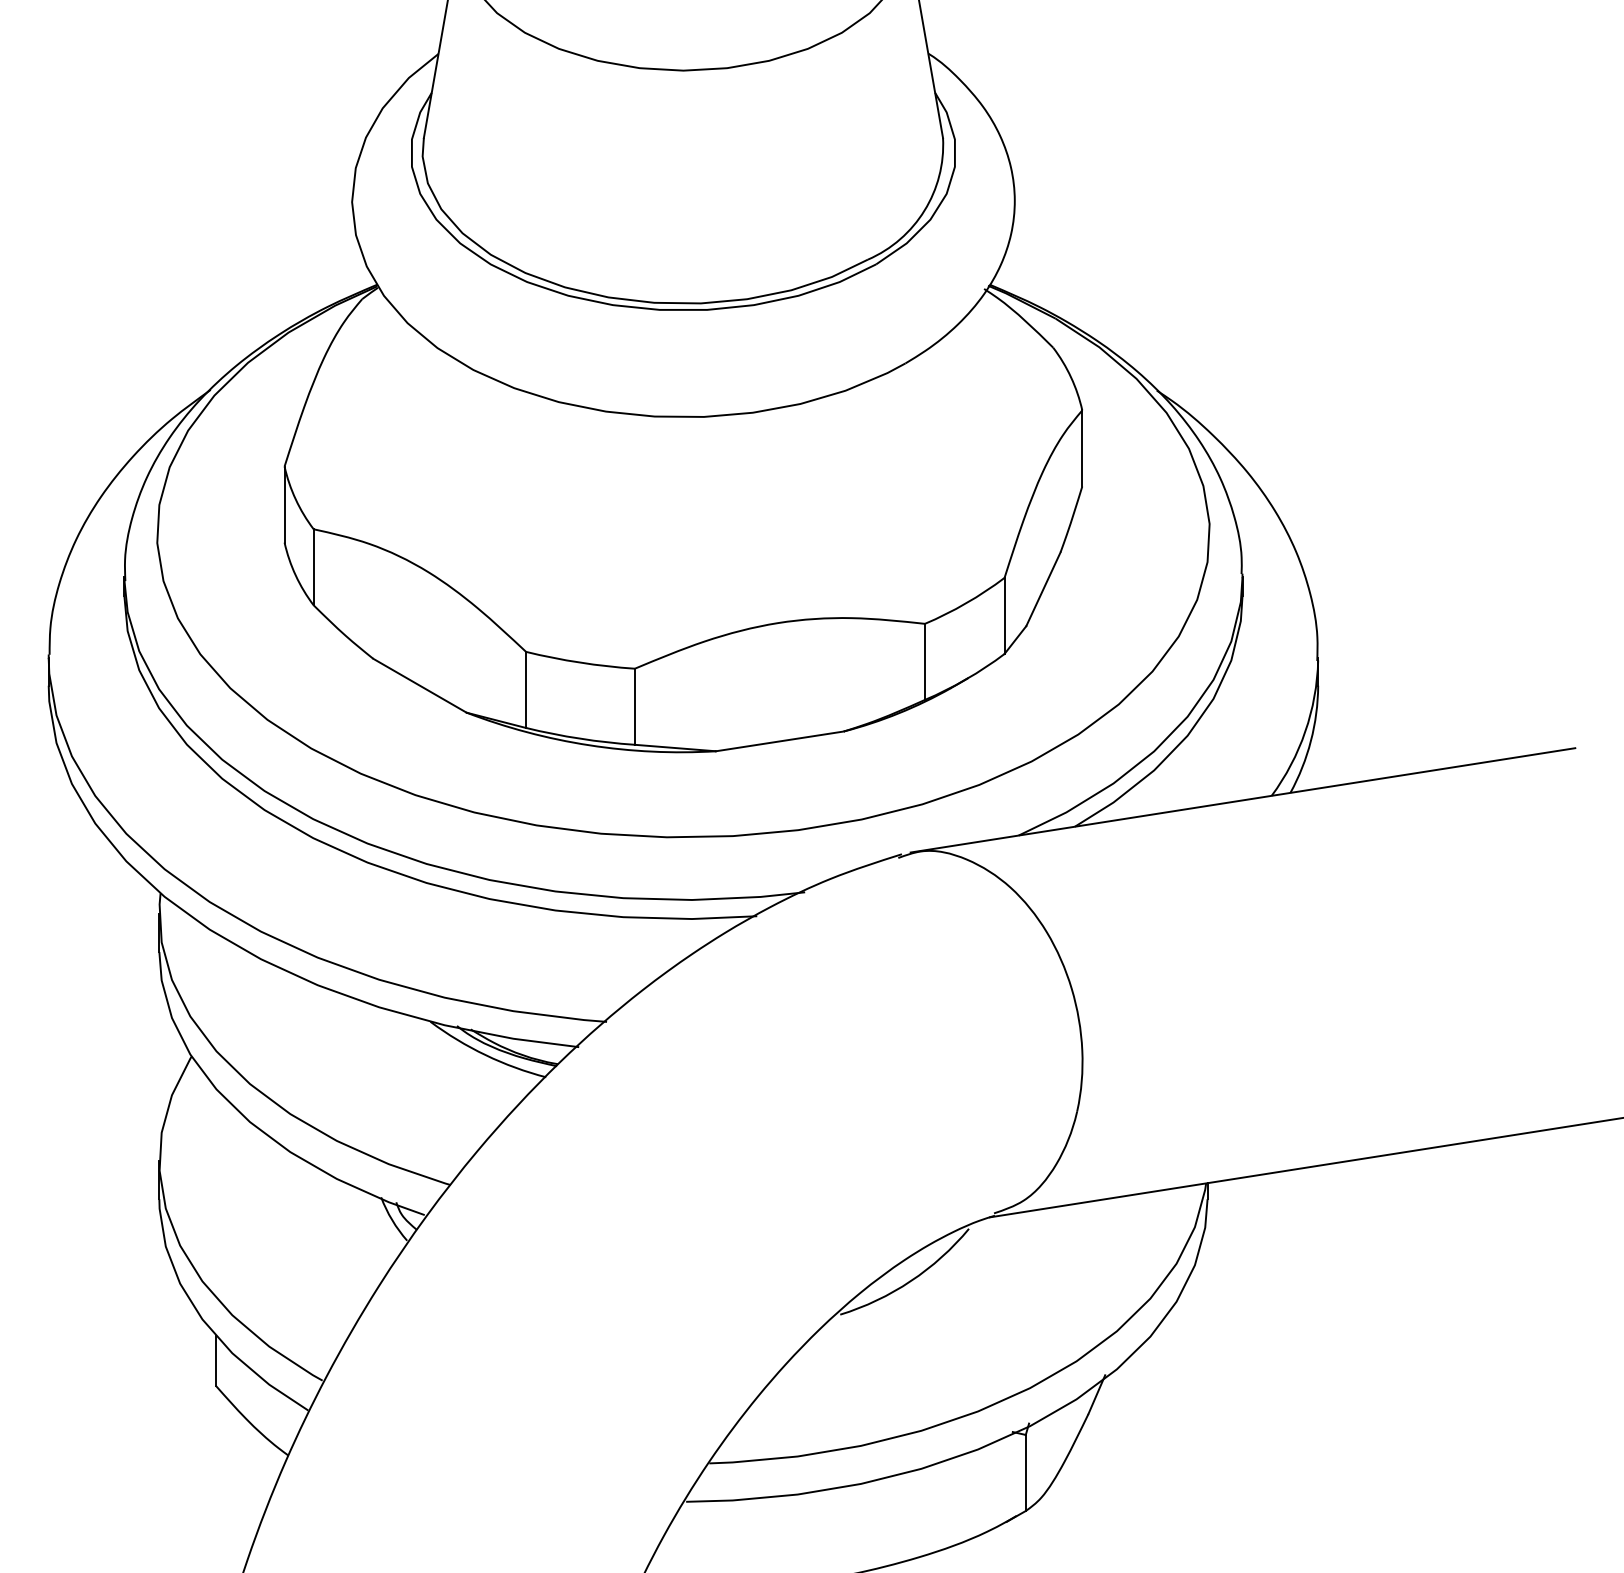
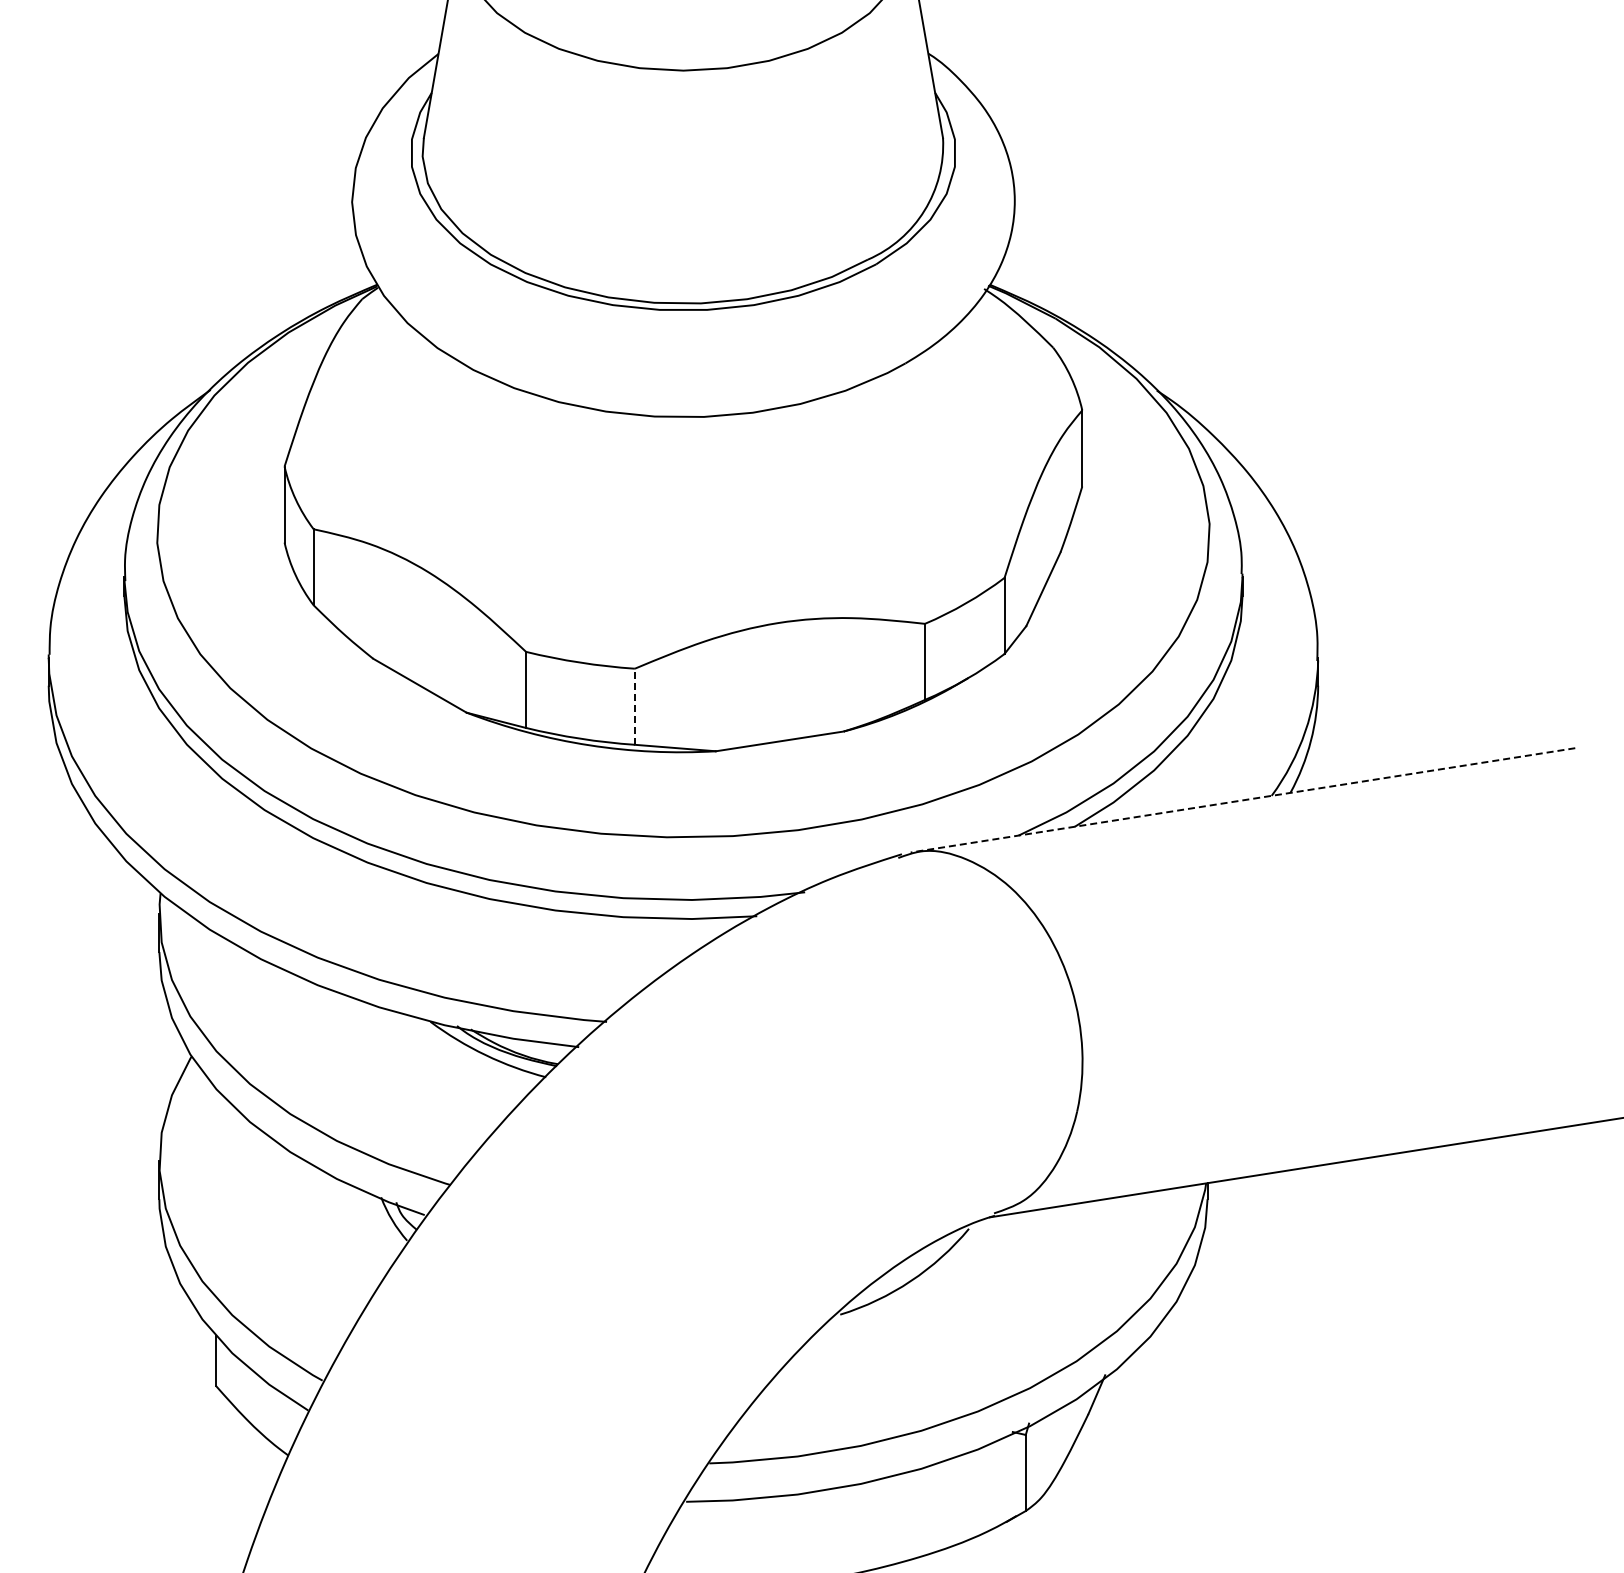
line at (634, 706): solid -> dashed
line at (1242, 800): solid -> dashed
